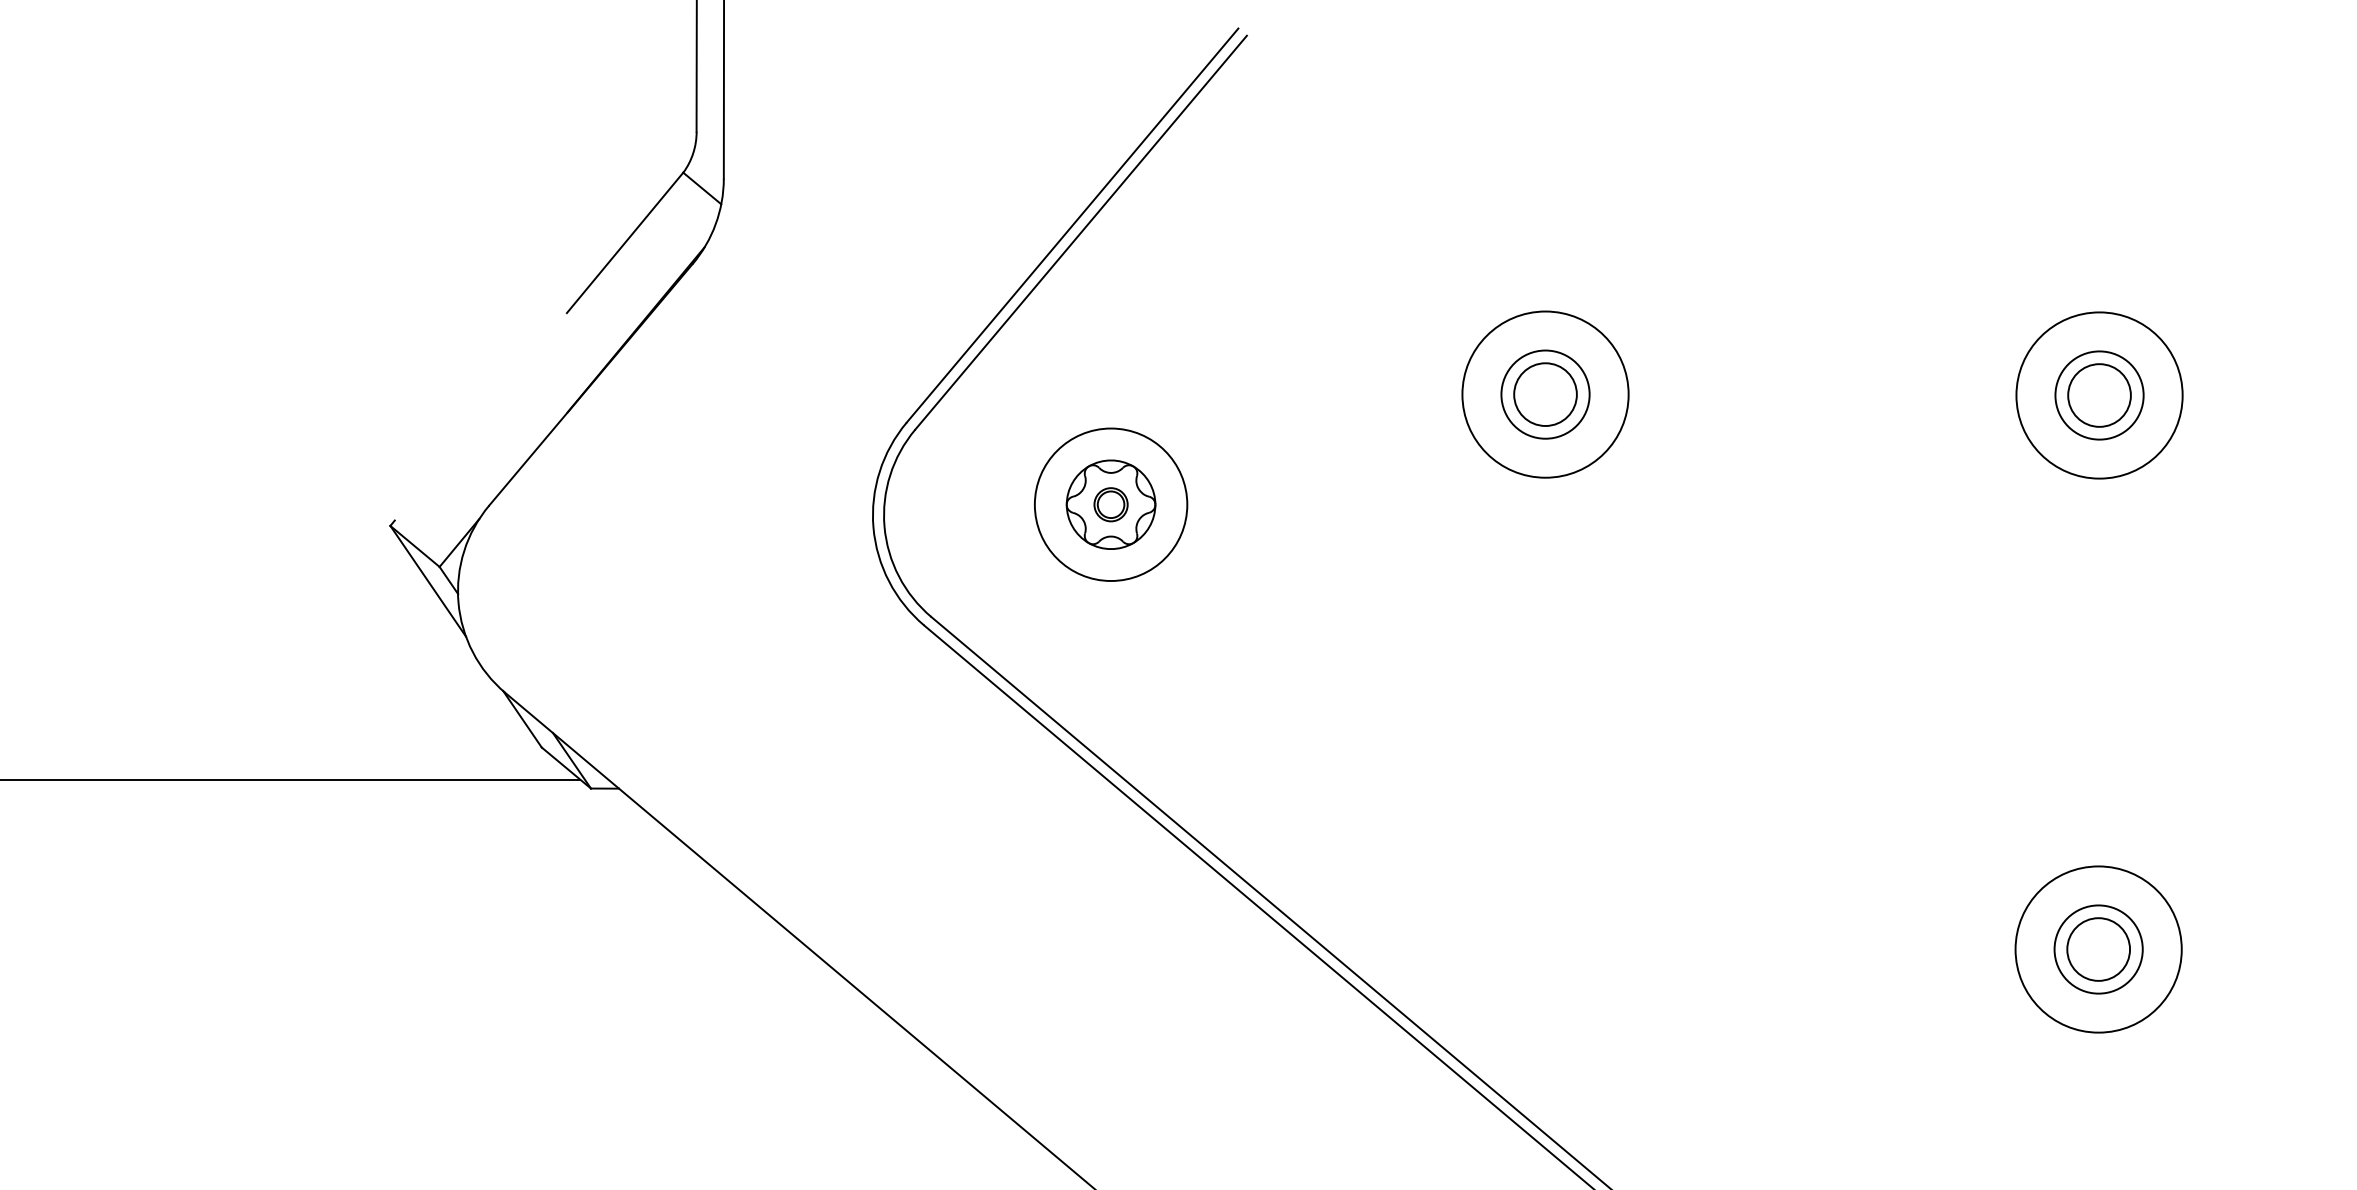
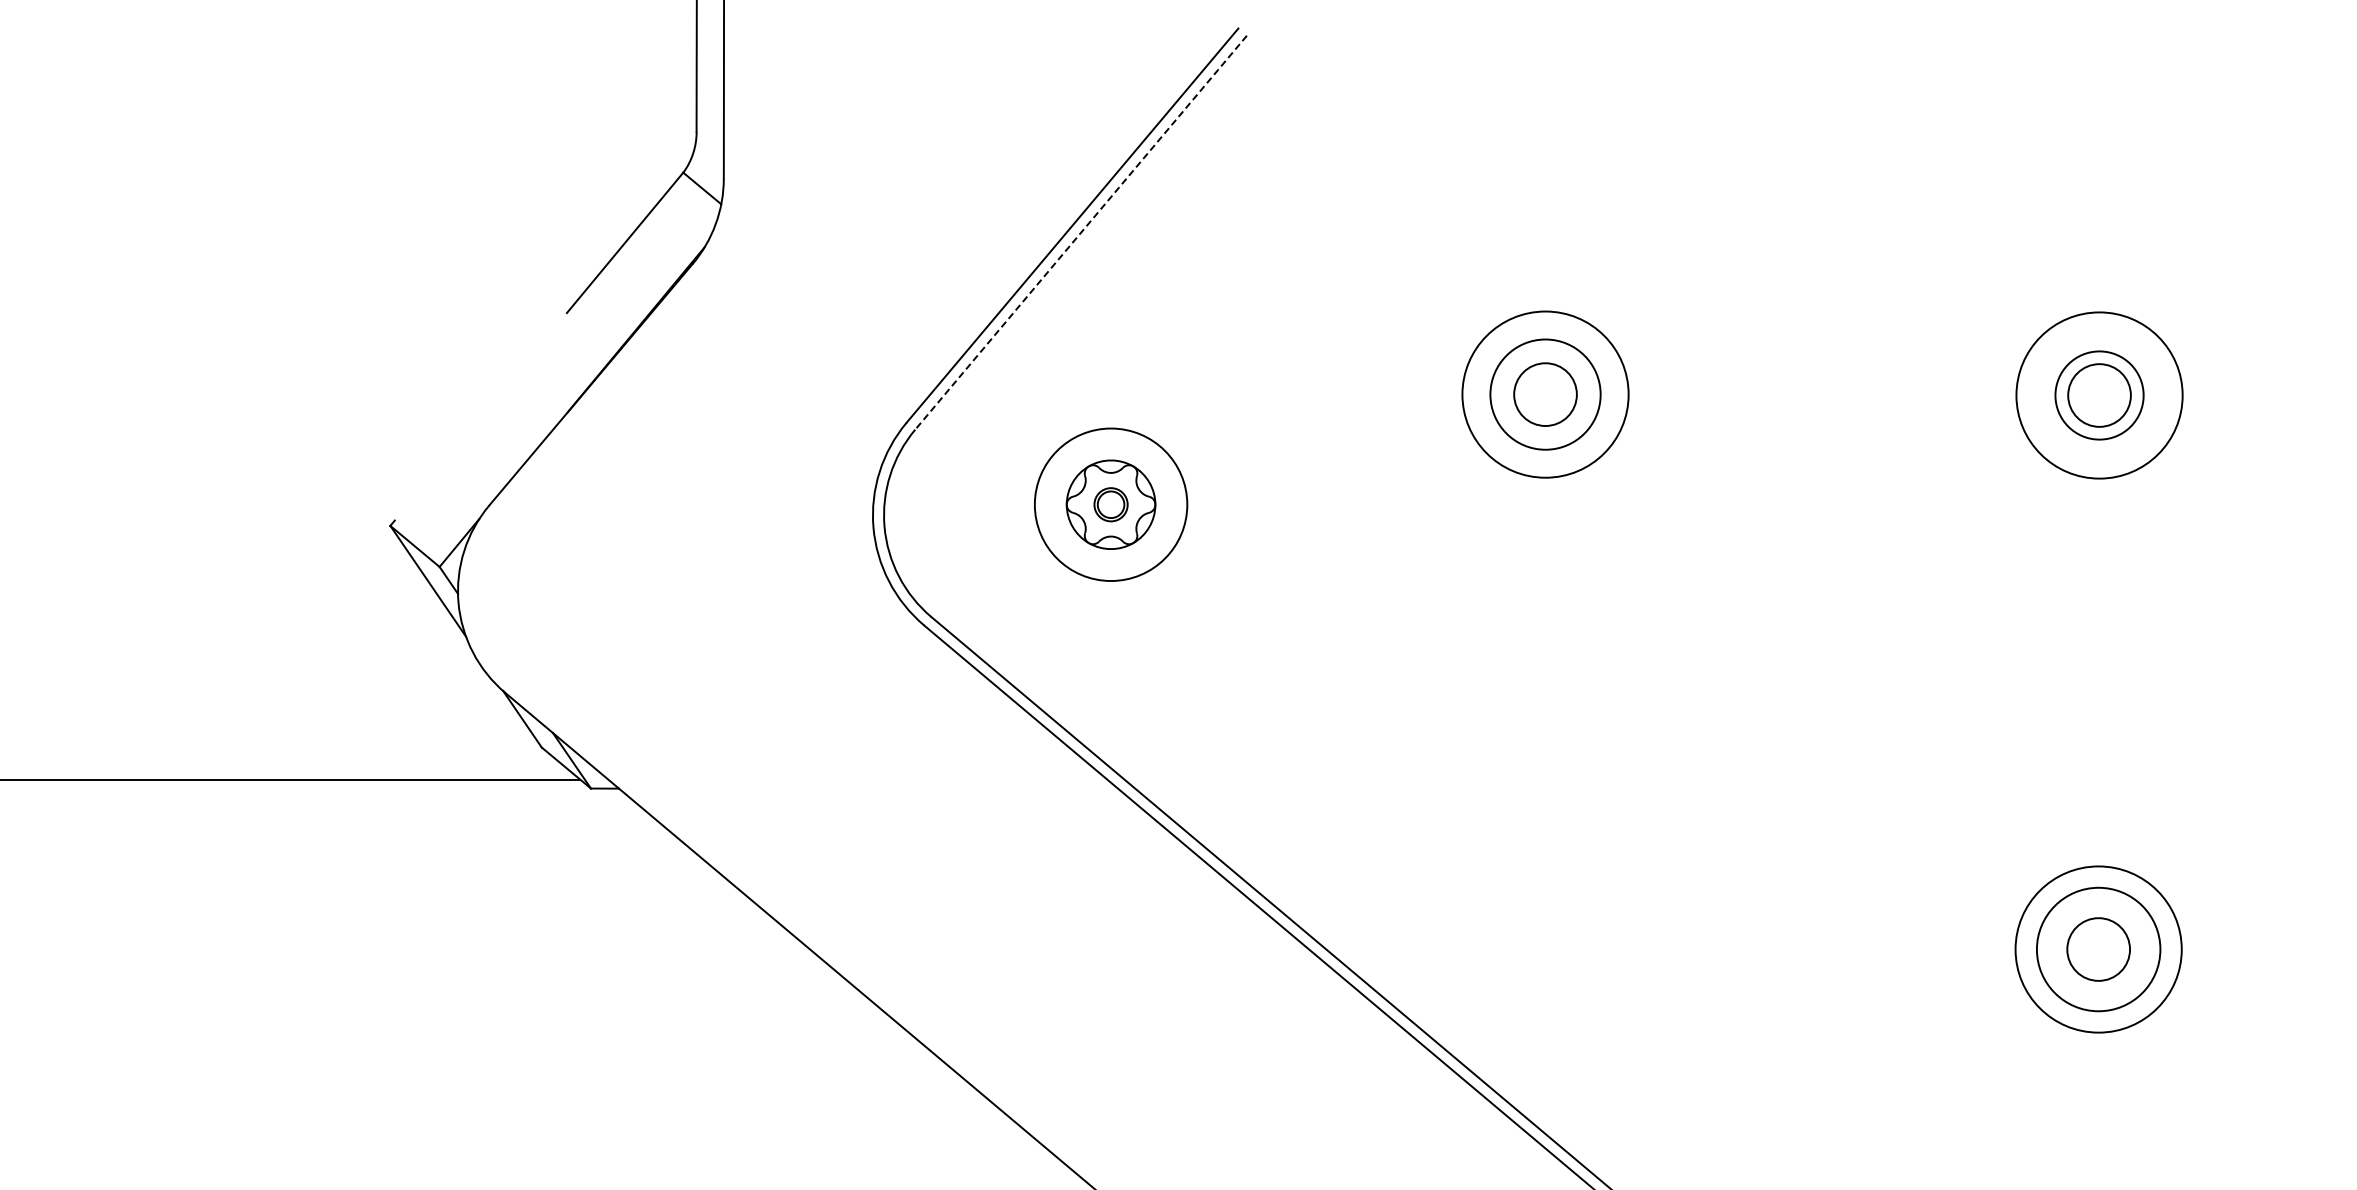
line at (1080, 233): solid -> dashed
circle at (1545, 394) diameter: 88 px -> 110 px
circle at (2098, 949) diameter: 88 px -> 123 px
